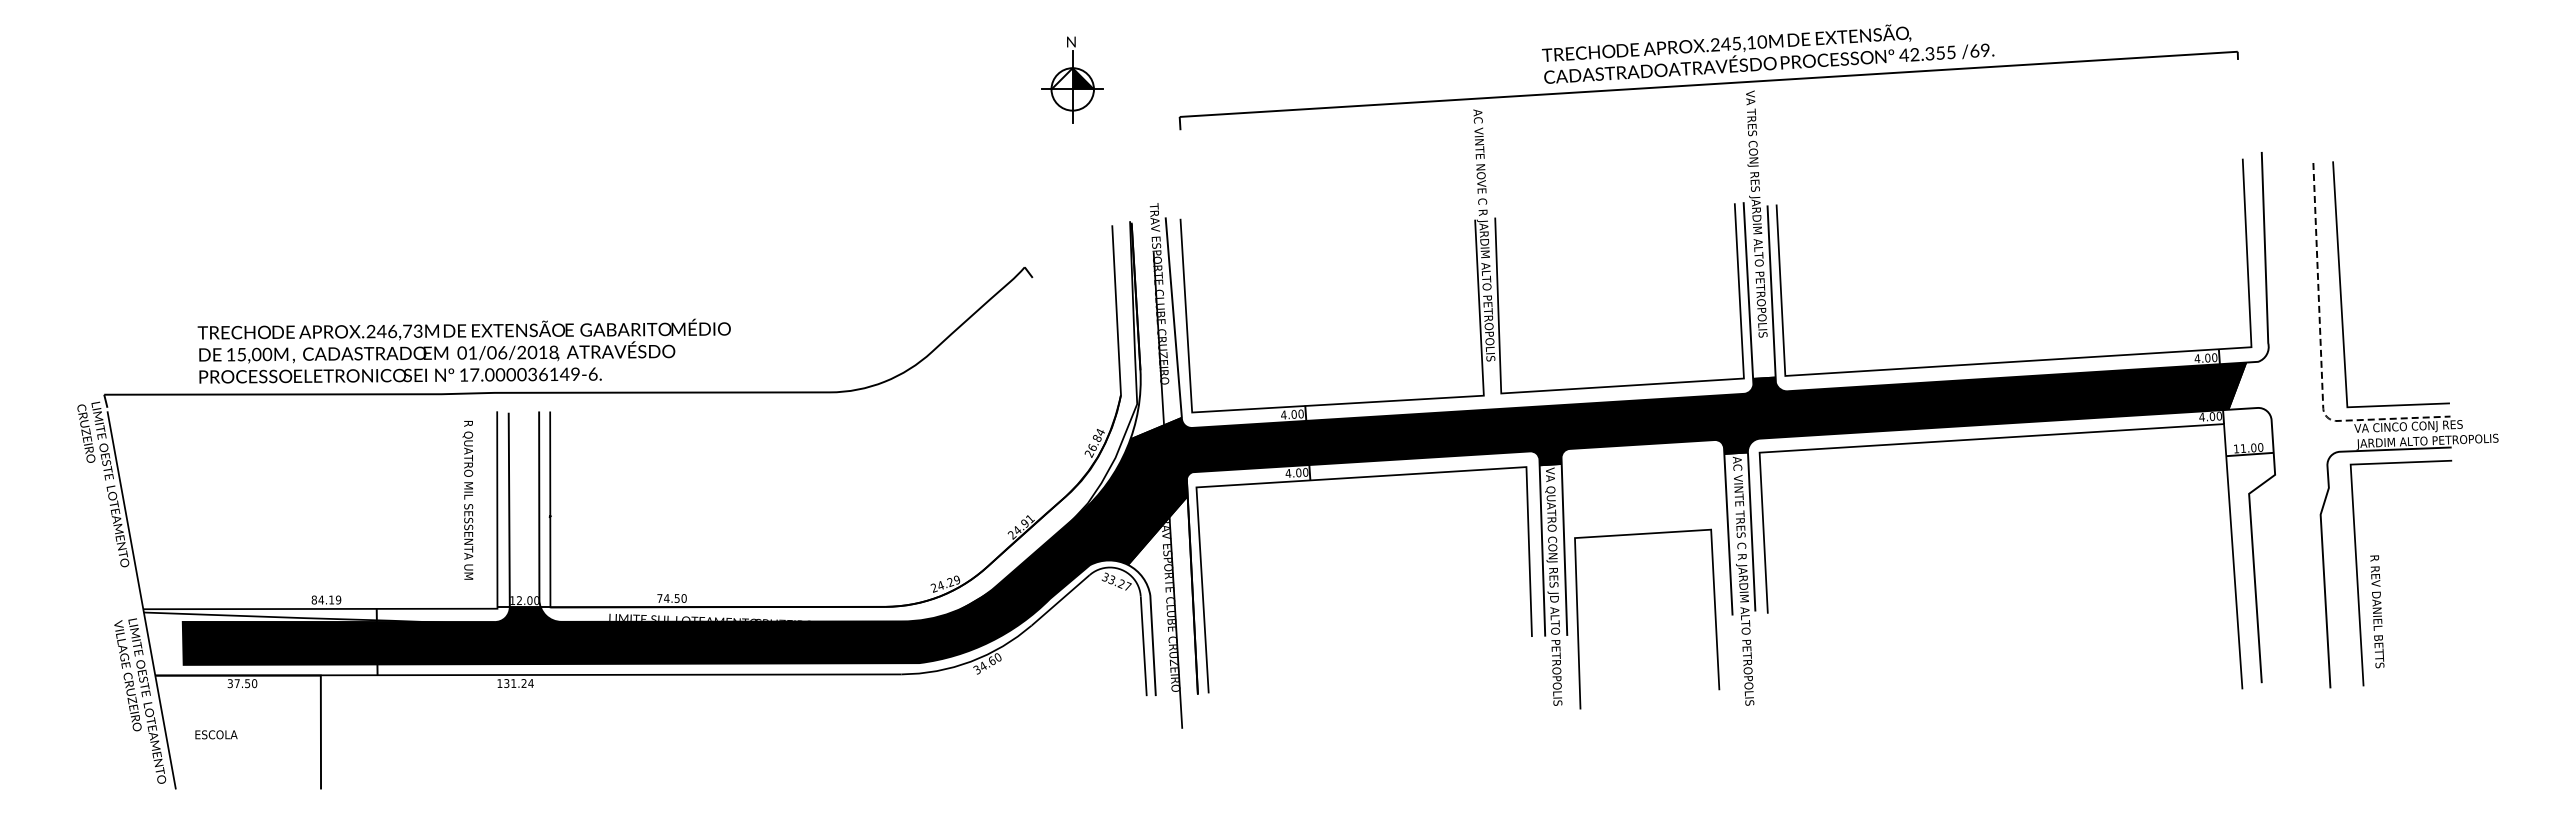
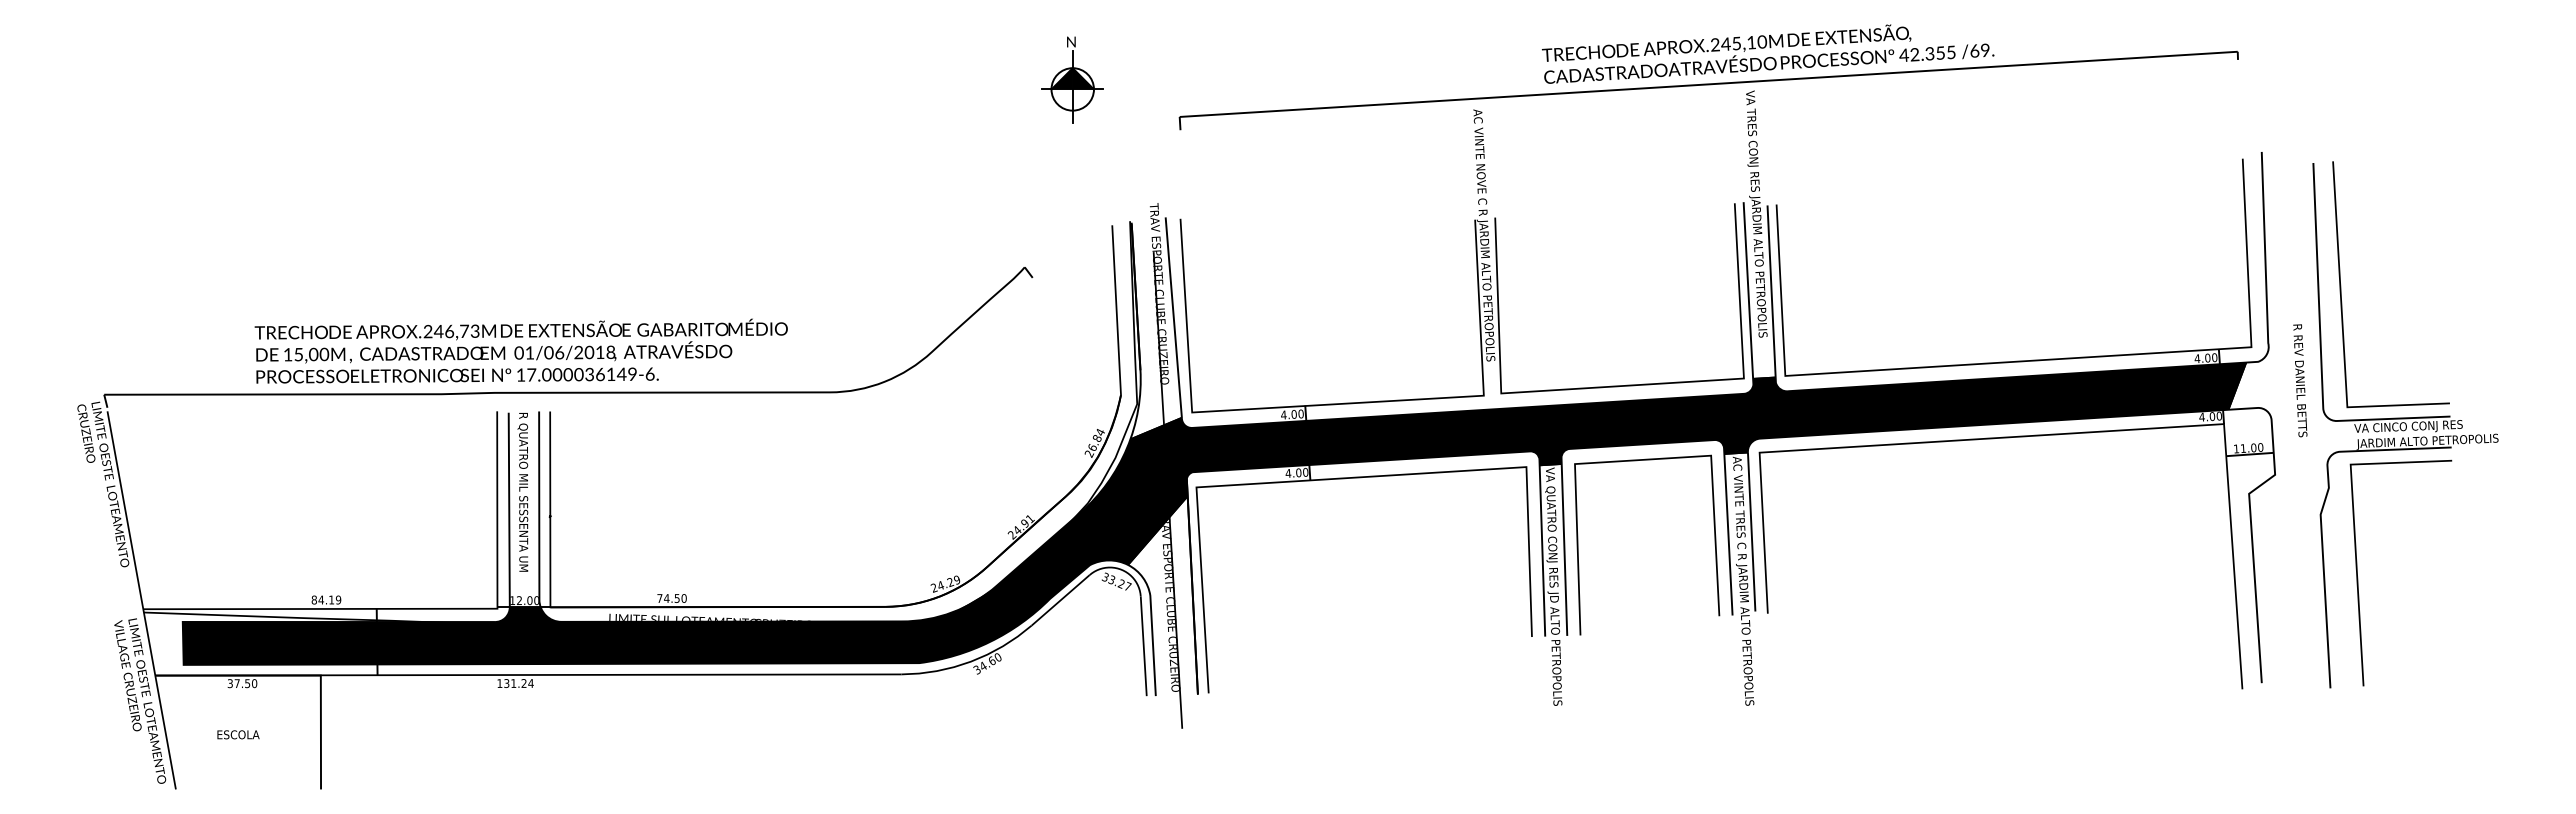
fill at (1061, 78): none -> present
text at (463, 350) position: (463, 350) -> (520, 350)
line at (2321, 357): dashed -> solid
text at (467, 500) position: (467, 500) -> (522, 492)
text at (2377, 611) position: (2377, 611) -> (2300, 380)
line at (1714, 618) position: (1714, 618) -> (1714, 544)
text at (216, 734) position: (216, 734) -> (238, 734)
